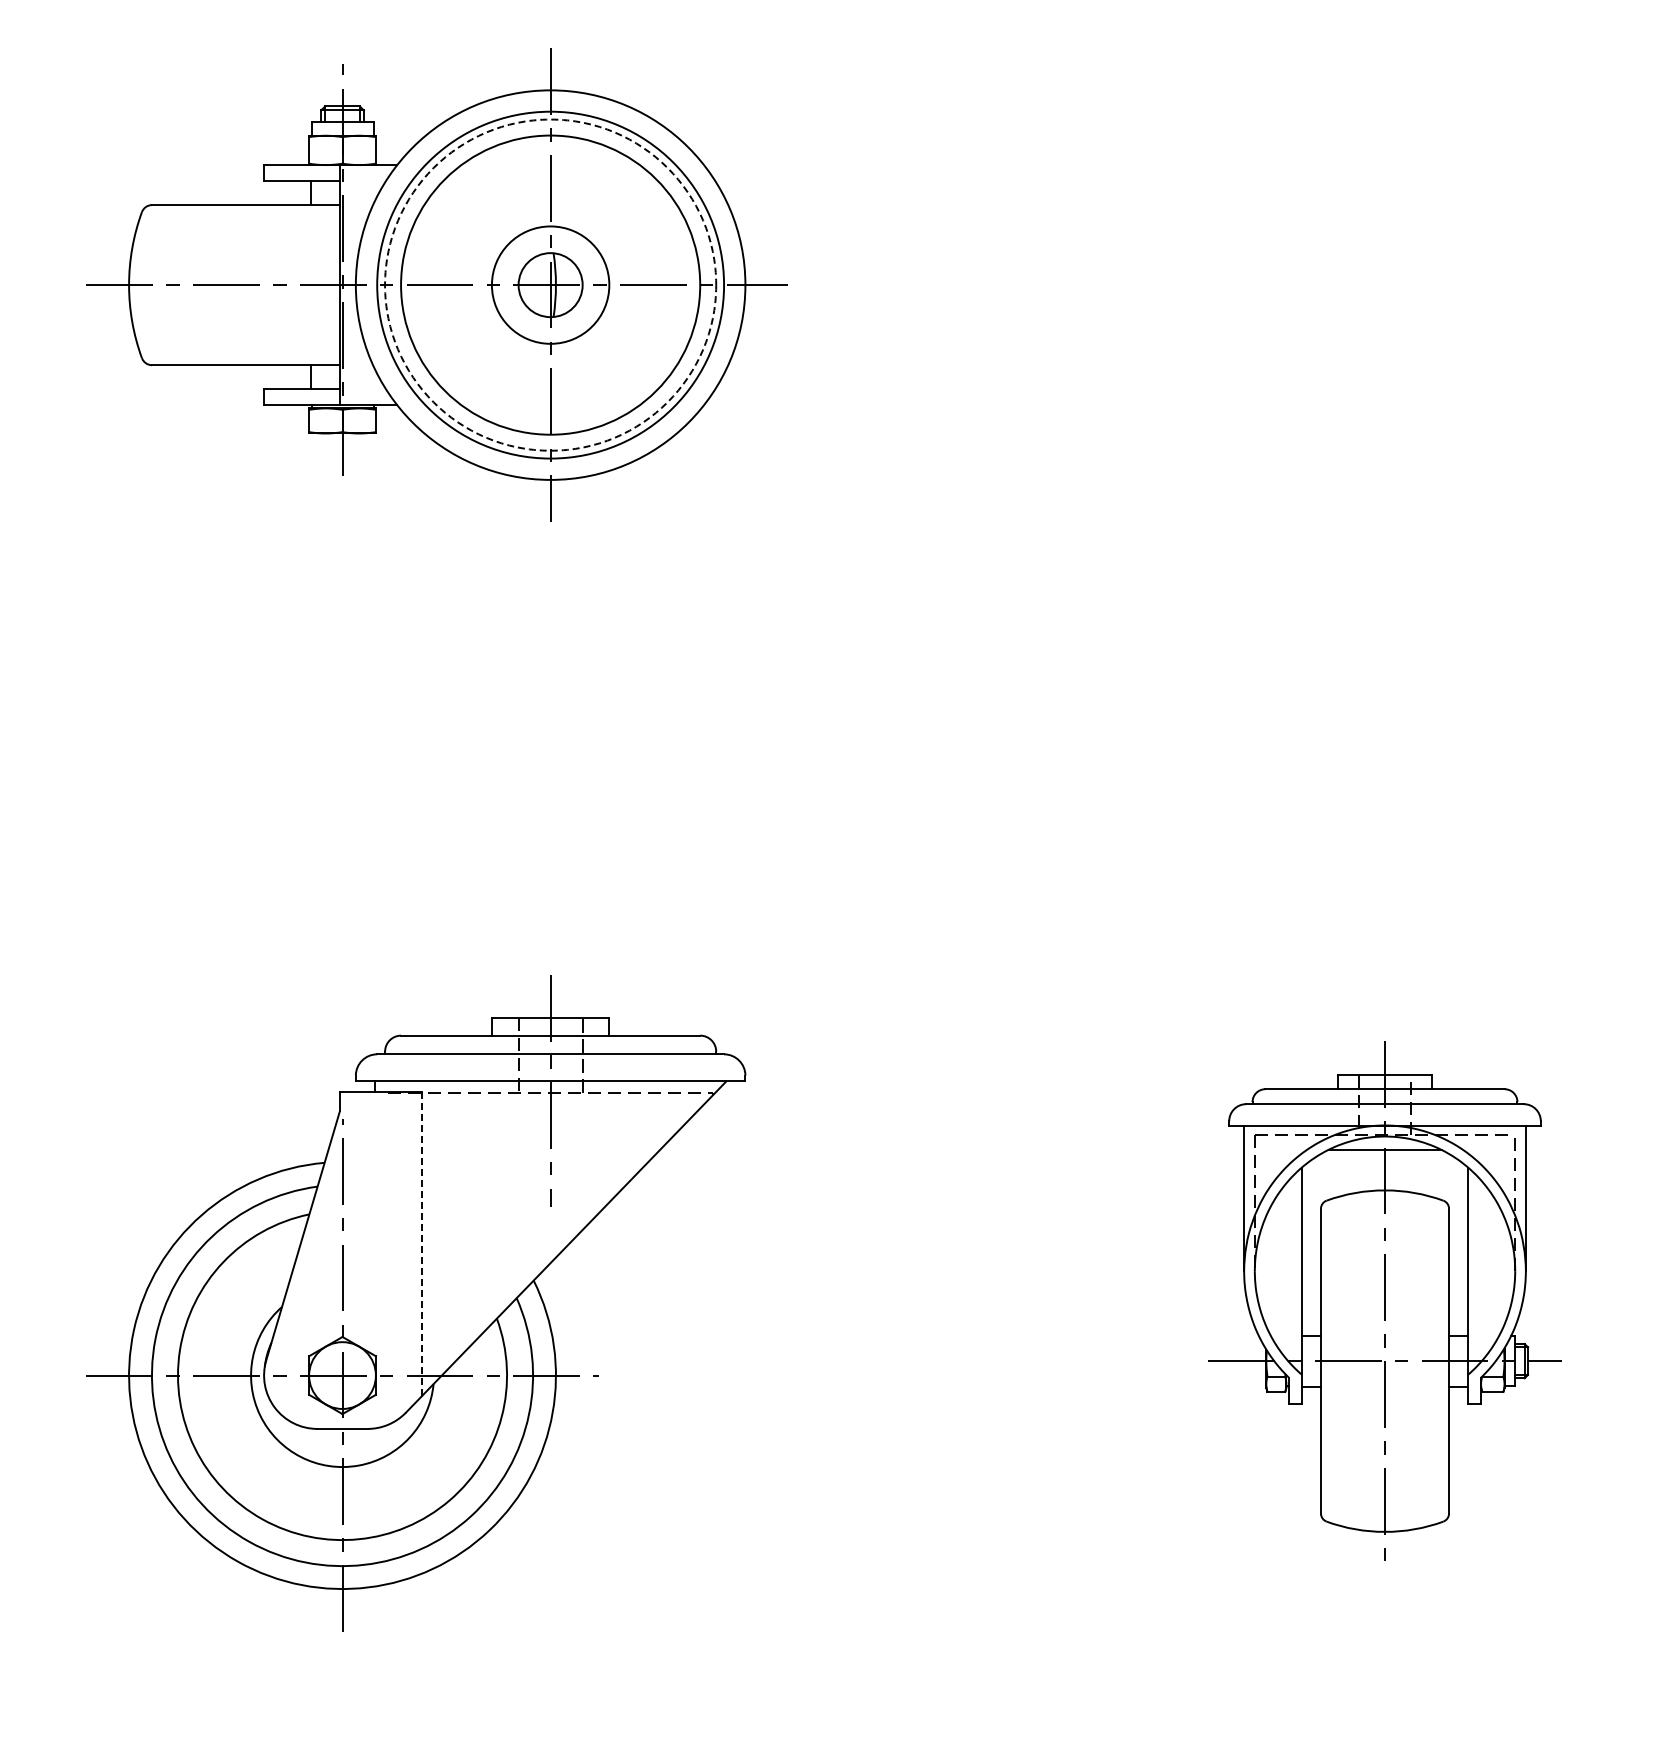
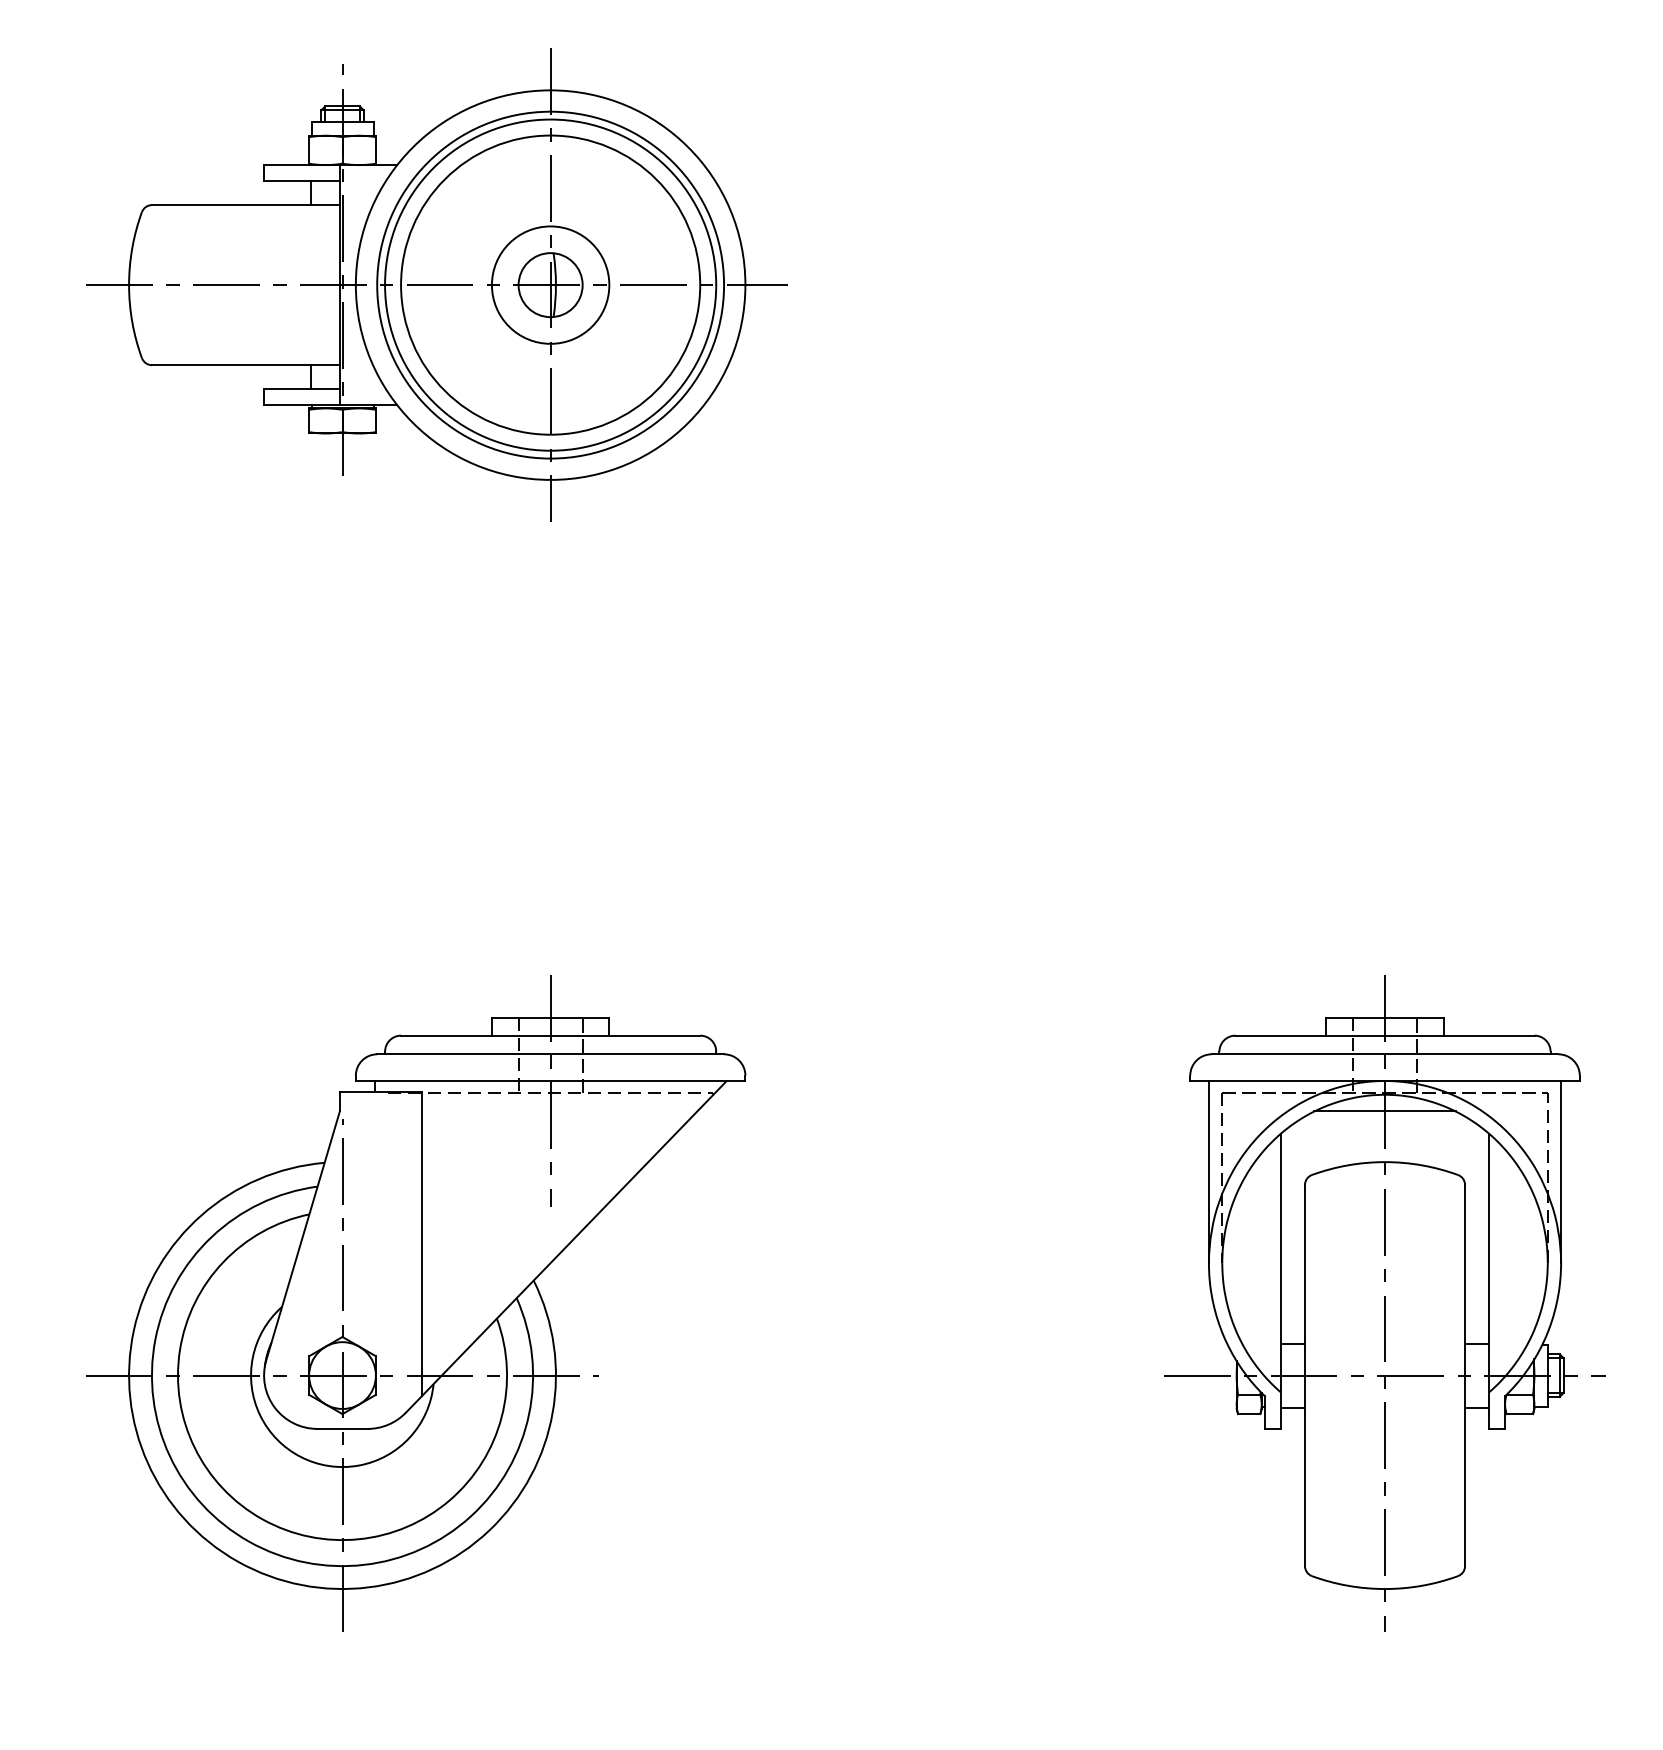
circle at (550, 284): dashed -> solid
line at (421, 1244): dashed -> solid
part at (1384, 1300) size: 354x520 px -> 442x657 px
